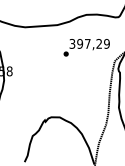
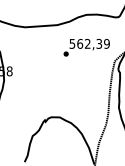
text at (86, 43): 397,29 -> 562,39
